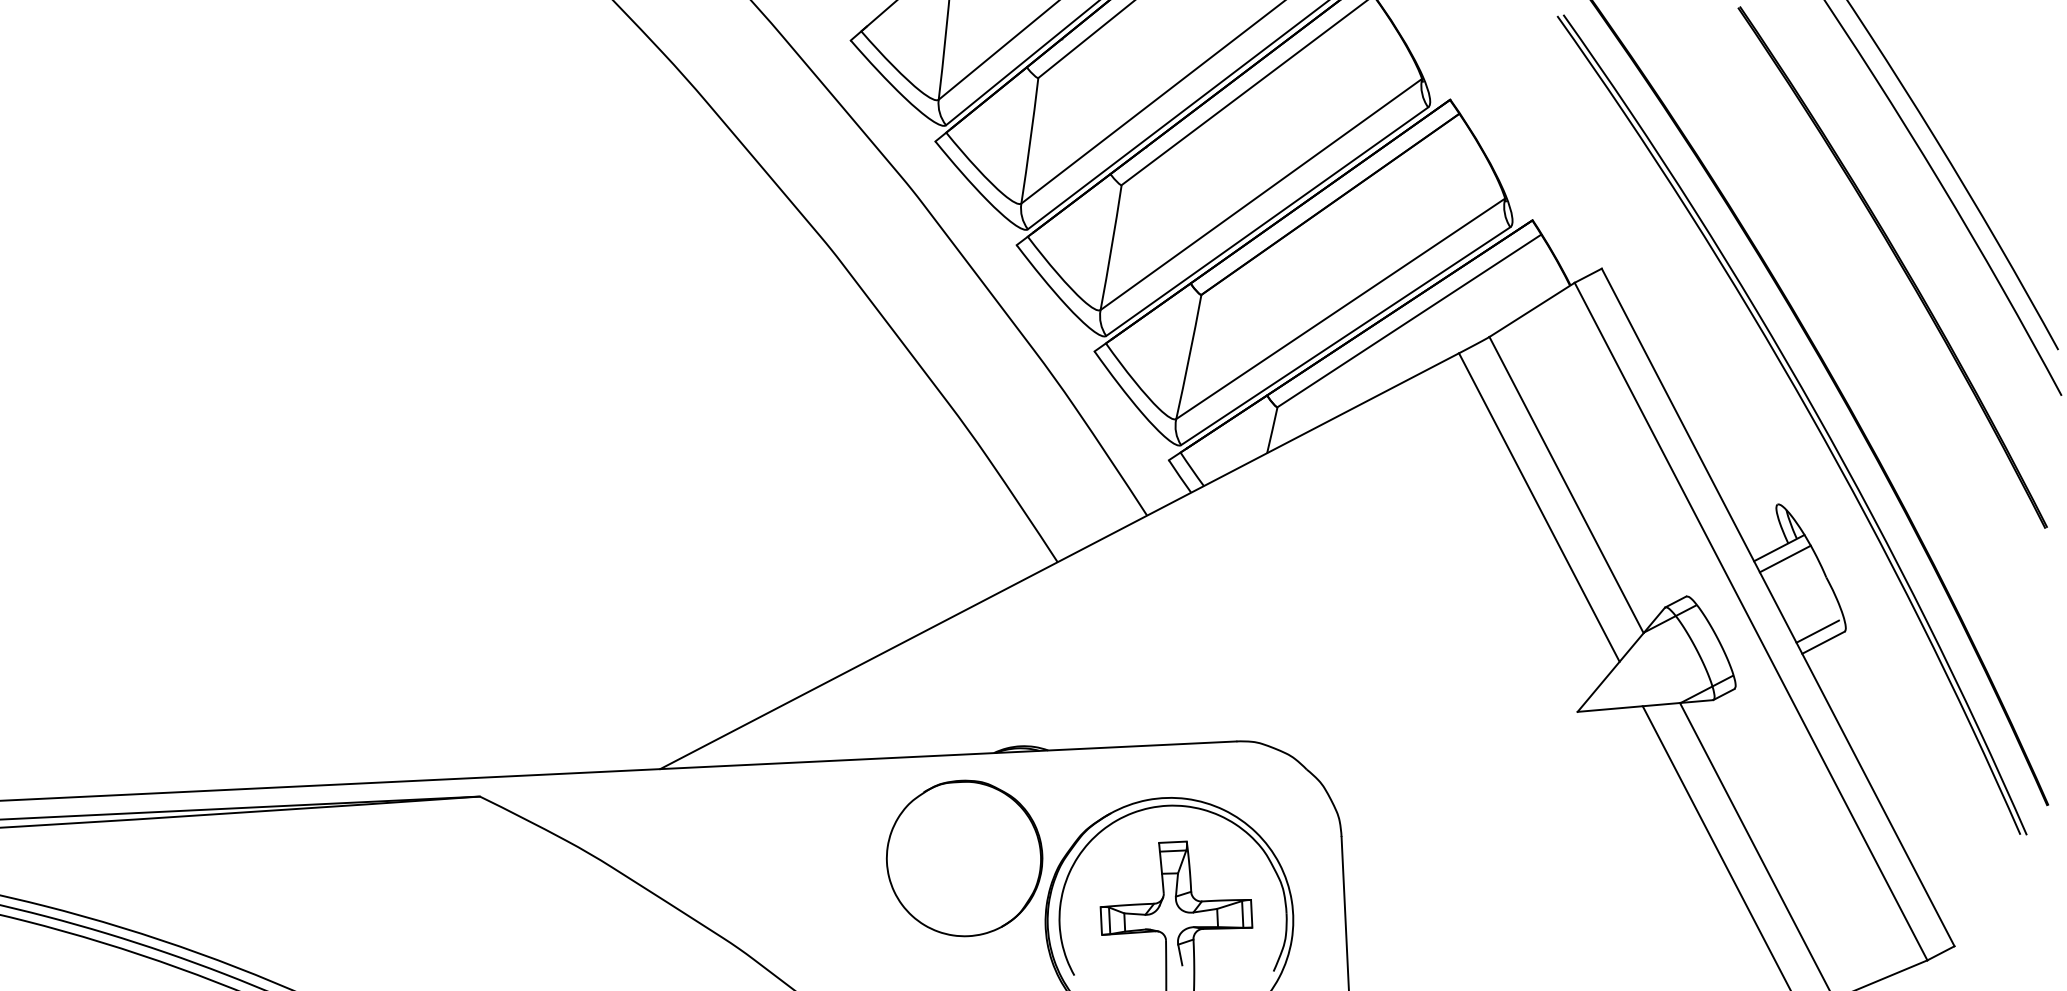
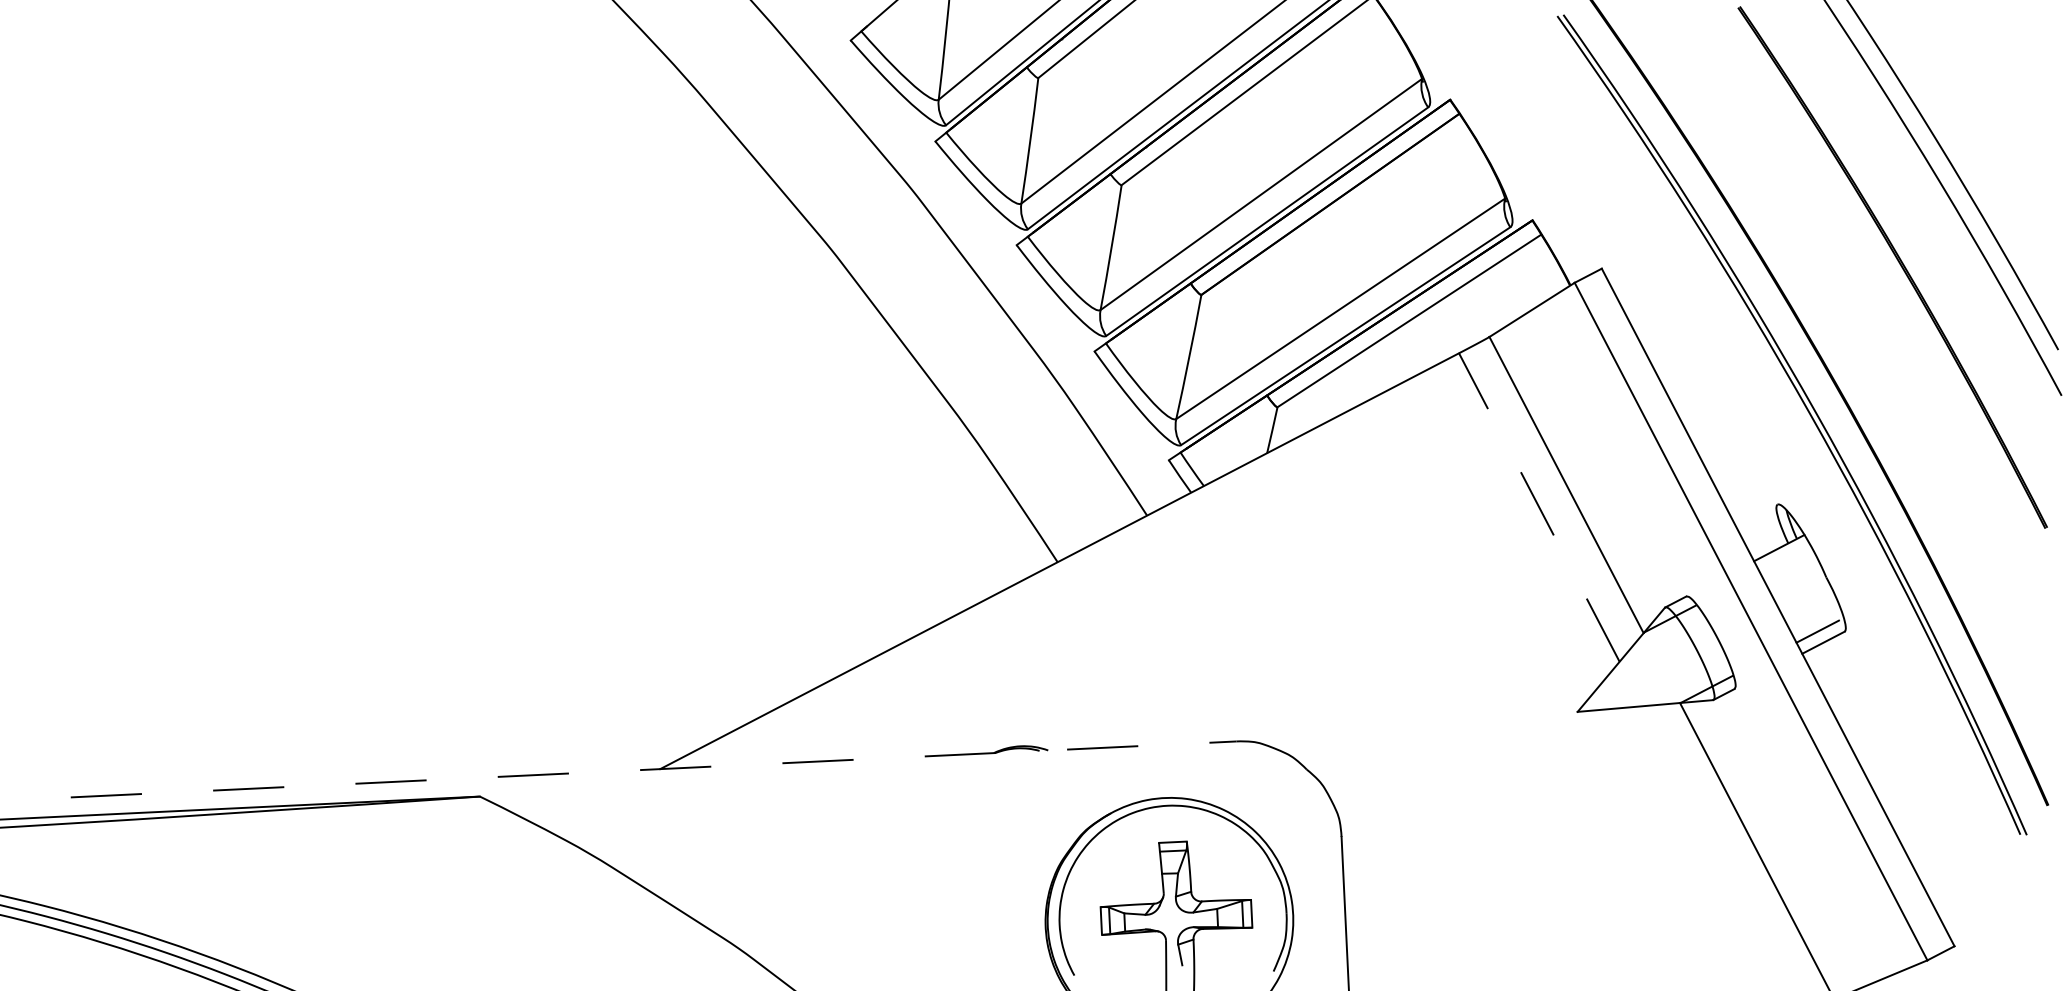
line at (1539, 507): solid -> dashed
line at (1784, 558): present -> none
line at (619, 771): solid -> dashed
line at (1715, 846): present -> none
part at (964, 858): present -> none
